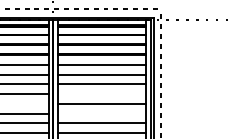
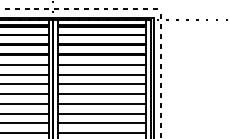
line at (101, 94): none -> present
line at (25, 103): none -> present
line at (101, 113): none -> present
